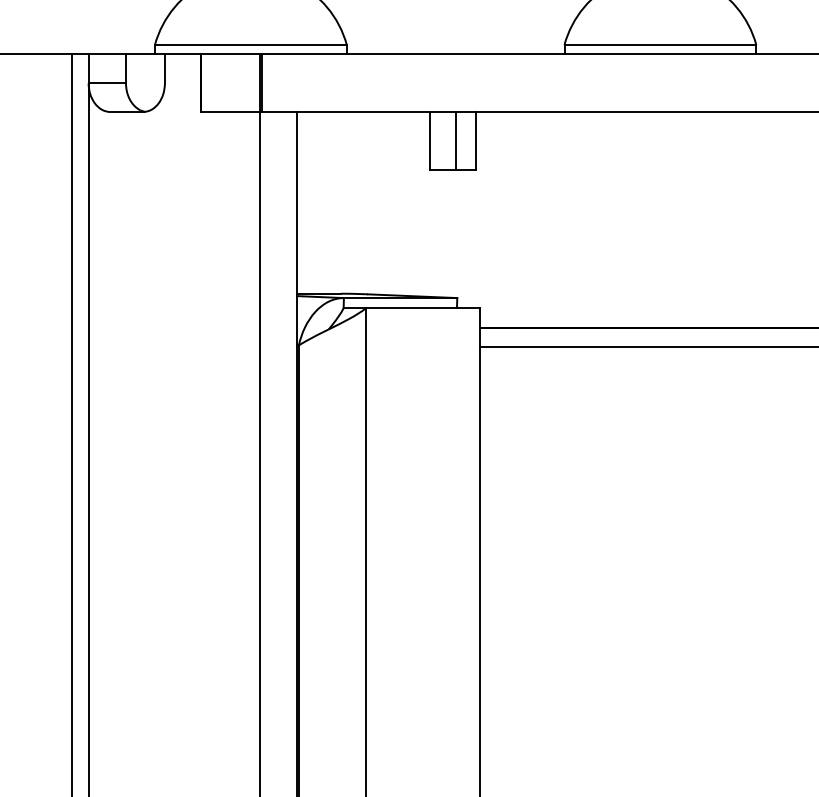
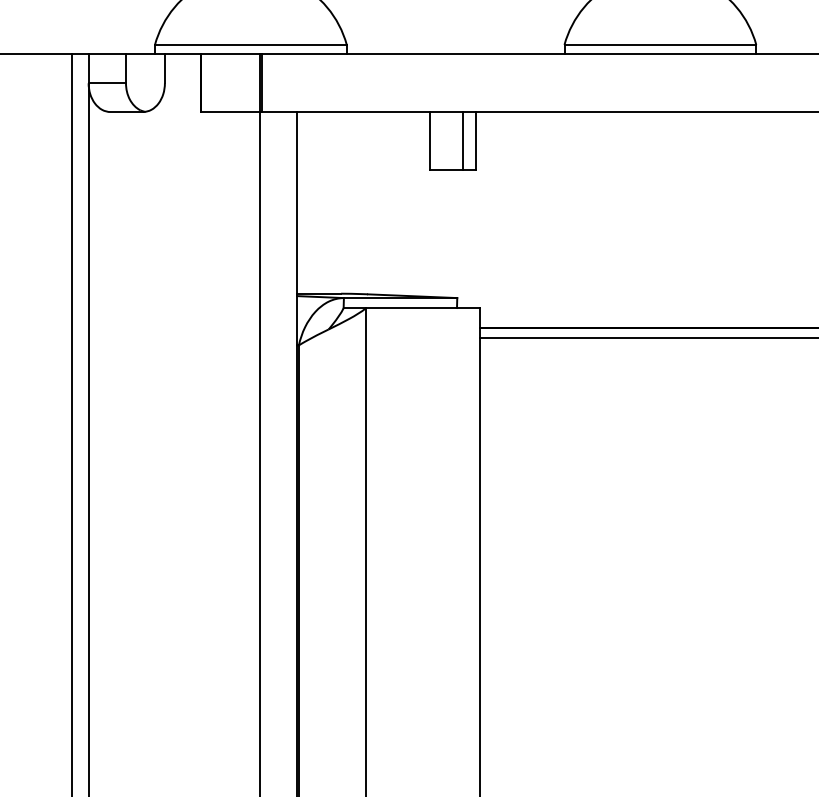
line at (456, 140) position: (456, 140) -> (463, 140)
line at (647, 347) position: (647, 347) -> (647, 338)
